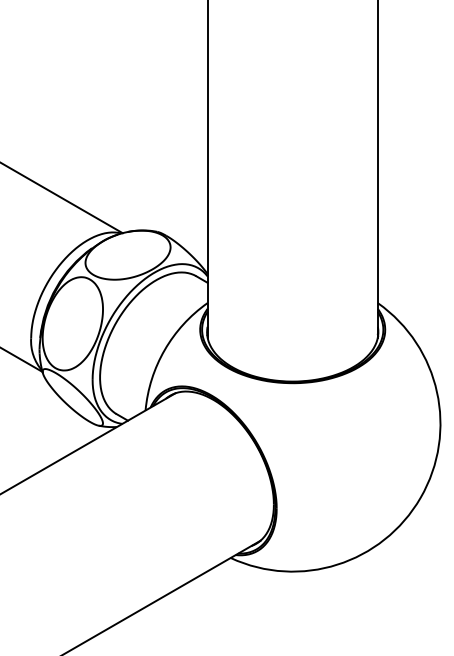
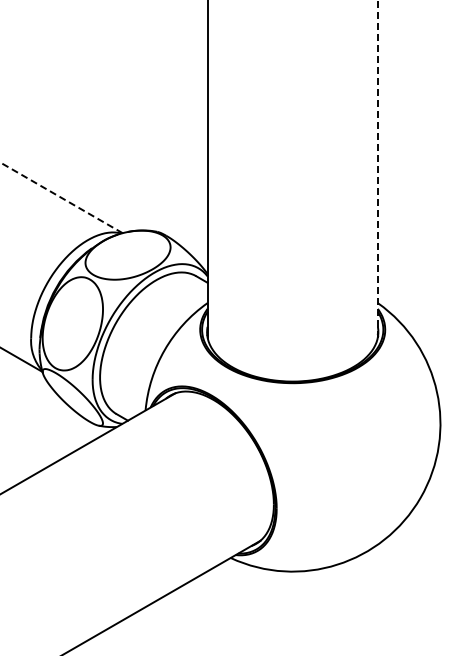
line at (377, 168): solid -> dashed
line at (61, 197): solid -> dashed
